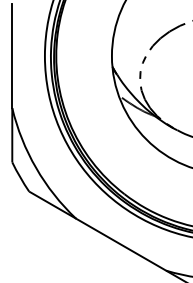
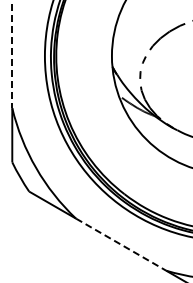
line at (12, 56): solid -> dashed
line at (121, 244): solid -> dashed
